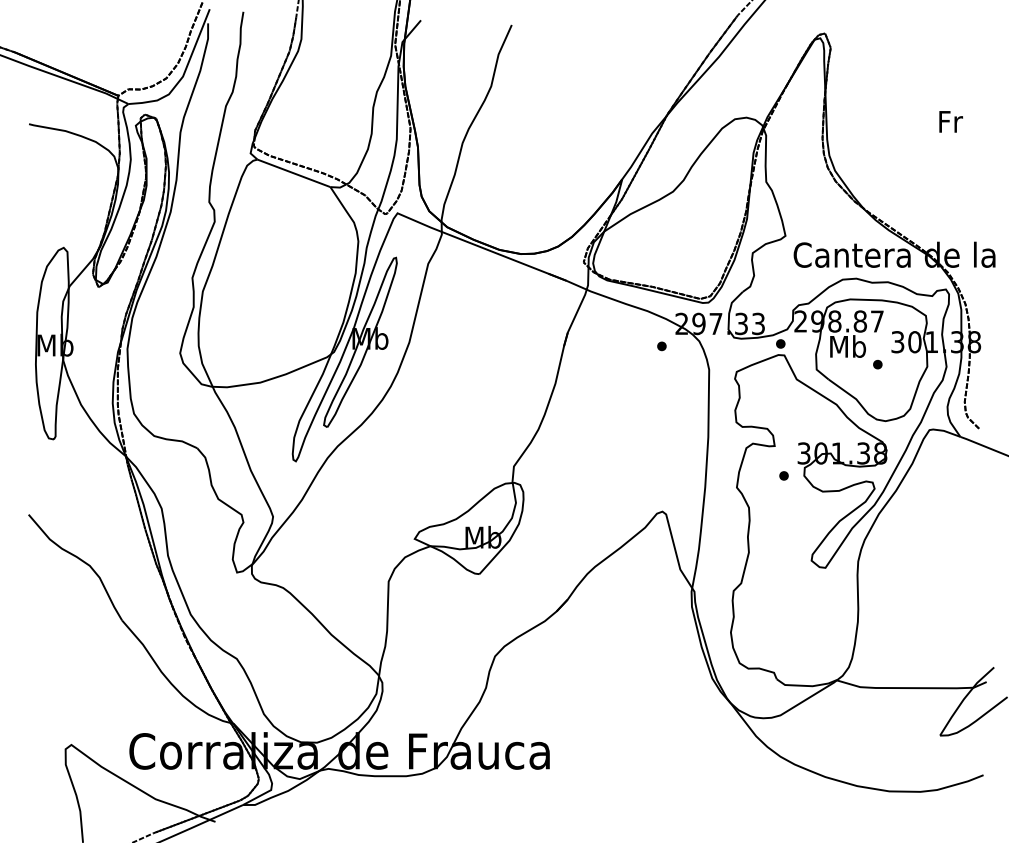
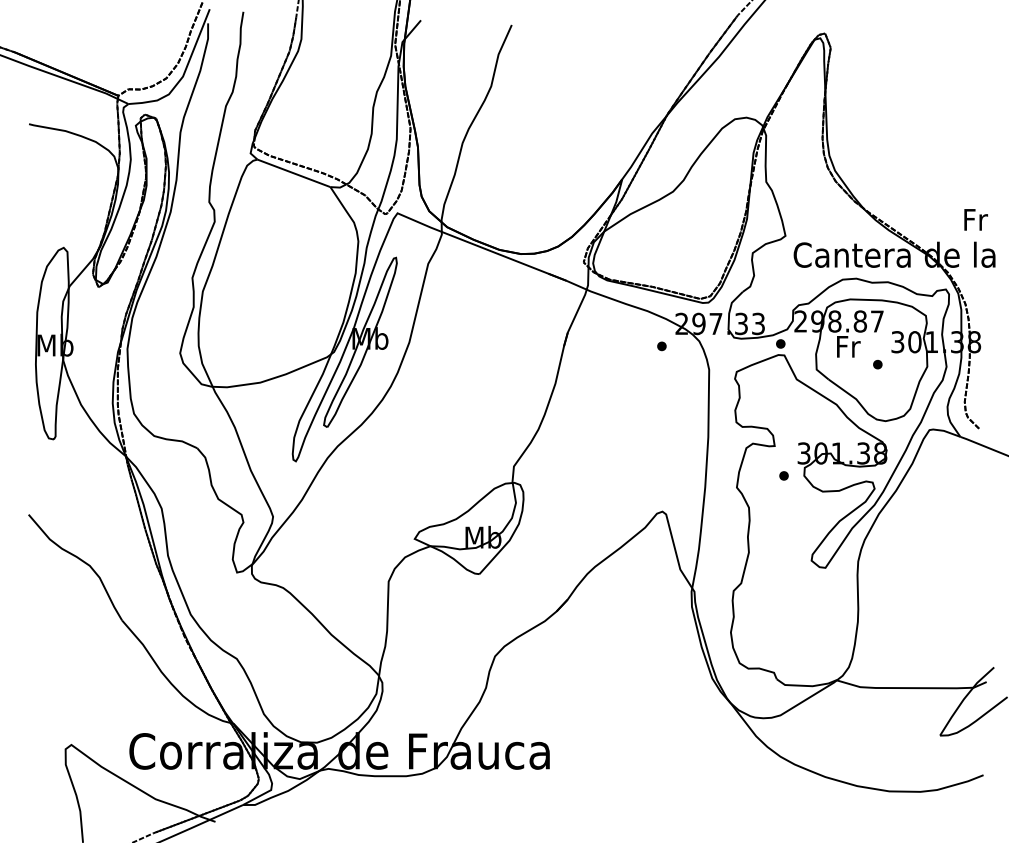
text at (950, 121) position: (950, 121) -> (975, 219)
text at (848, 346): Mb -> Fr
